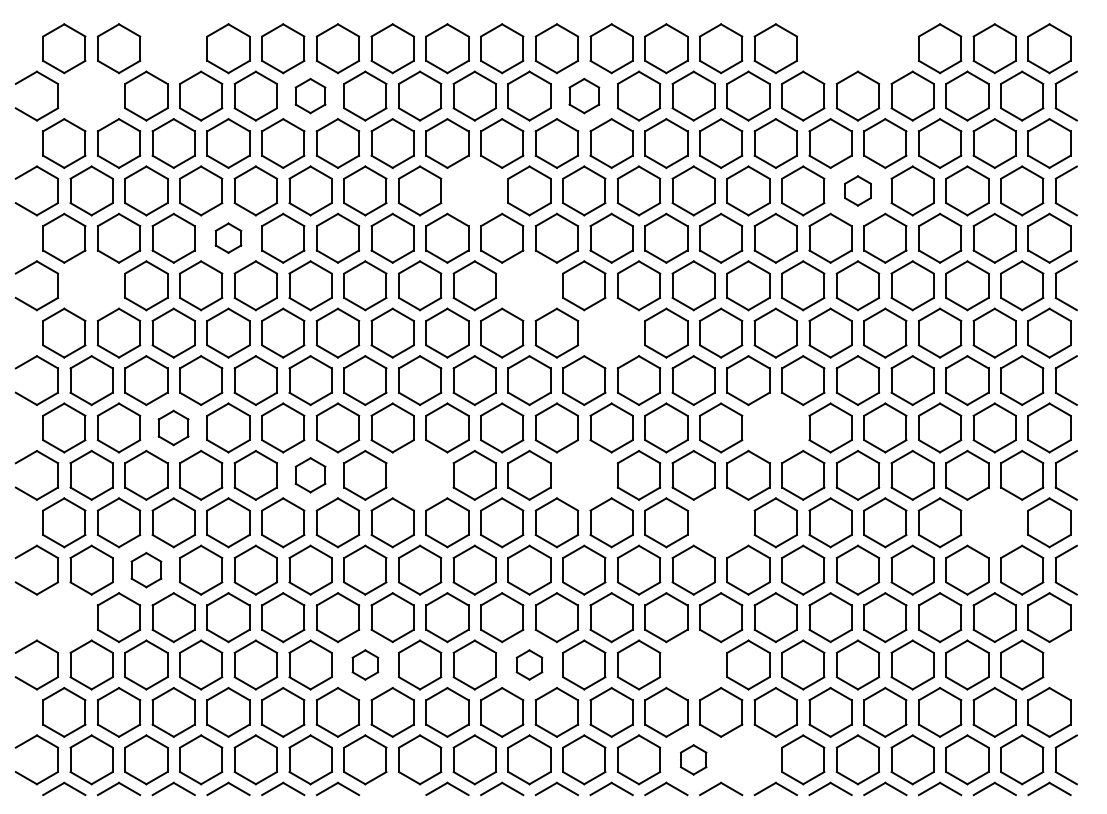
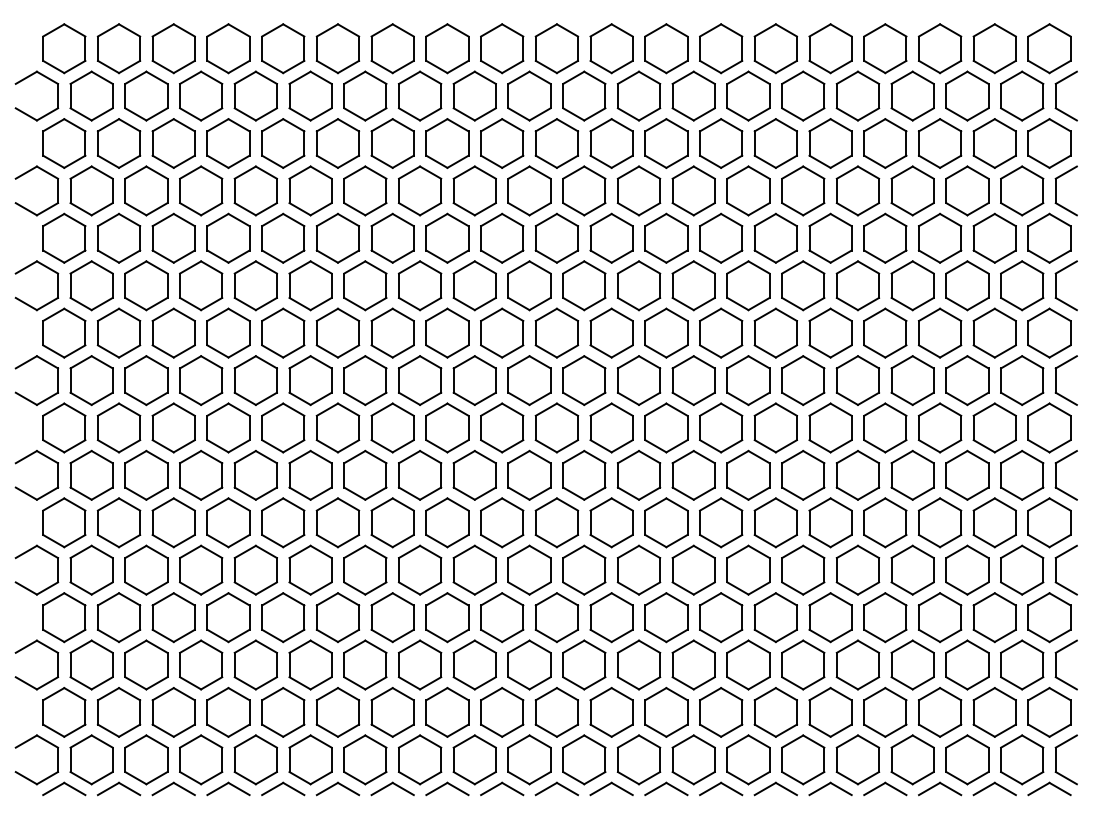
part at (173, 48): none -> present
part at (830, 48): none -> present
part at (885, 48): none -> present
part at (91, 95): none -> present
part at (310, 95) size: 33x38 px -> 45x52 px
part at (584, 95) size: 33x38 px -> 45x52 px
part at (474, 190): none -> present
part at (857, 190) size: 28x32 px -> 46x52 px
part at (228, 237) size: 29x32 px -> 45x52 px
part at (91, 285): none -> present
part at (529, 285): none -> present
part at (611, 332): none -> present
part at (173, 427) size: 33x38 px -> 45x52 px
part at (775, 427): none -> present
part at (584, 474): none -> present
part at (310, 475) size: 33x37 px -> 45x52 px
part at (420, 475): none -> present
part at (721, 522): none -> present
part at (994, 522): none -> present
part at (146, 570) size: 33x37 px -> 45x52 px
part at (64, 617): none -> present
part at (365, 664) size: 29x32 px -> 45x52 px
part at (529, 664) size: 29x32 px -> 45x52 px
part at (693, 664): none -> present
part at (1056, 664): none -> present
part at (693, 759) size: 28x32 px -> 45x52 px
part at (748, 759): none -> present
part at (392, 788): none -> present
